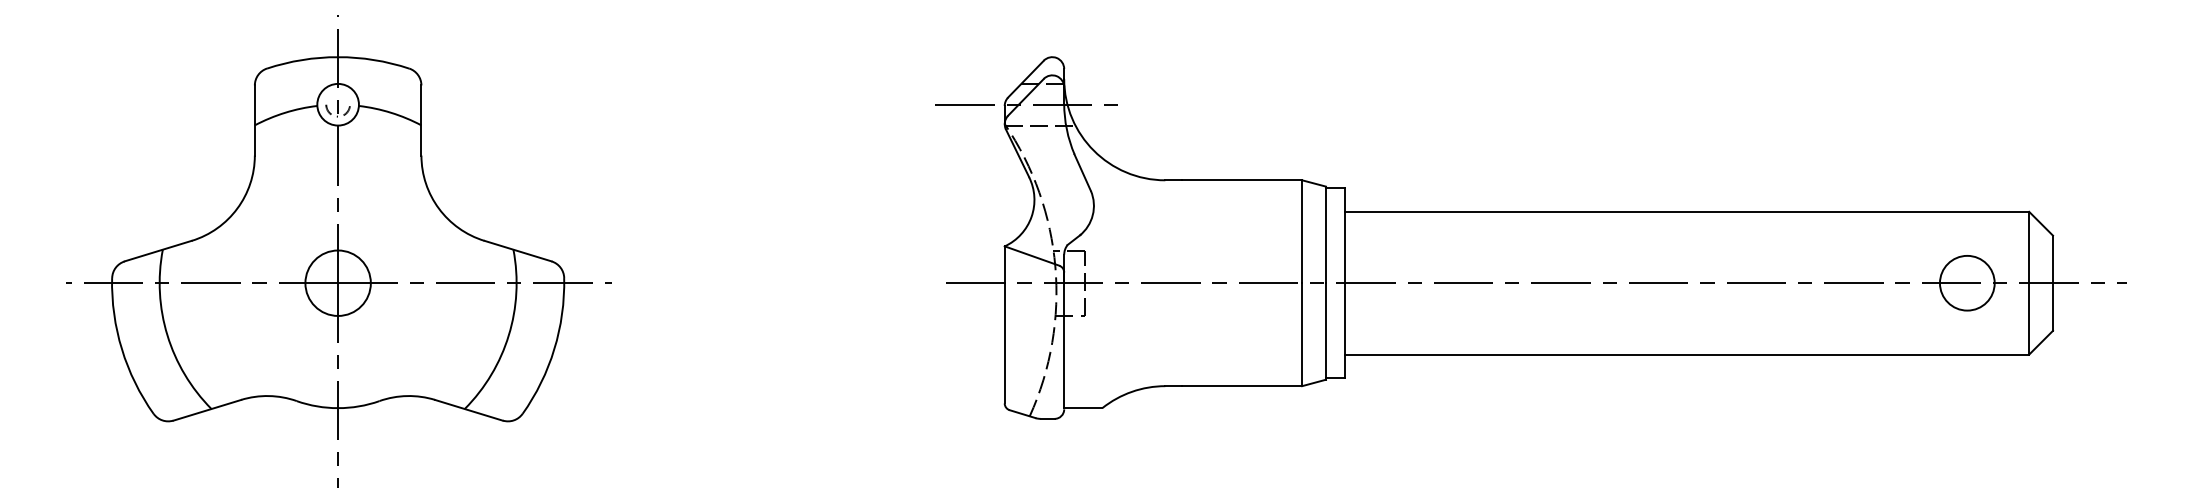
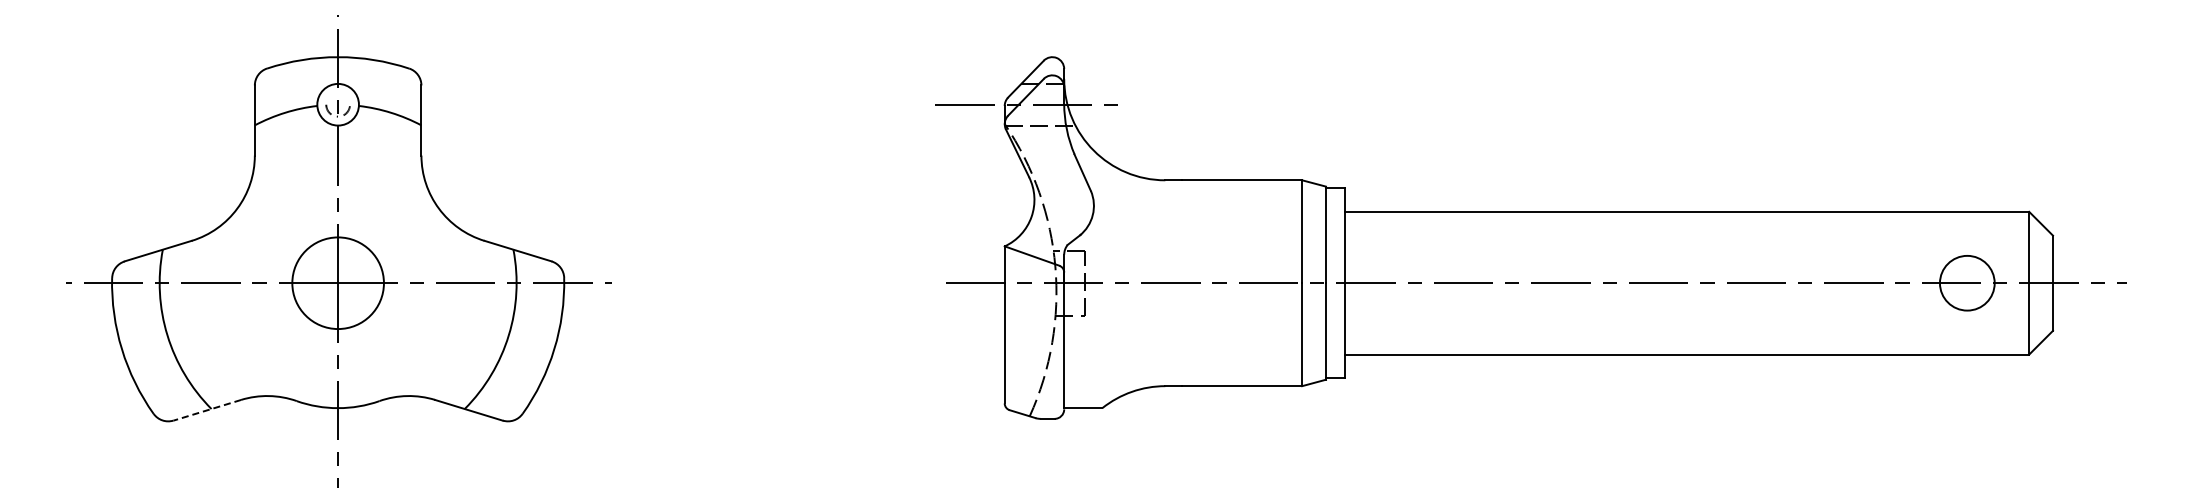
circle at (337, 282) diameter: 65 px -> 92 px
line at (206, 410): solid -> dashed
